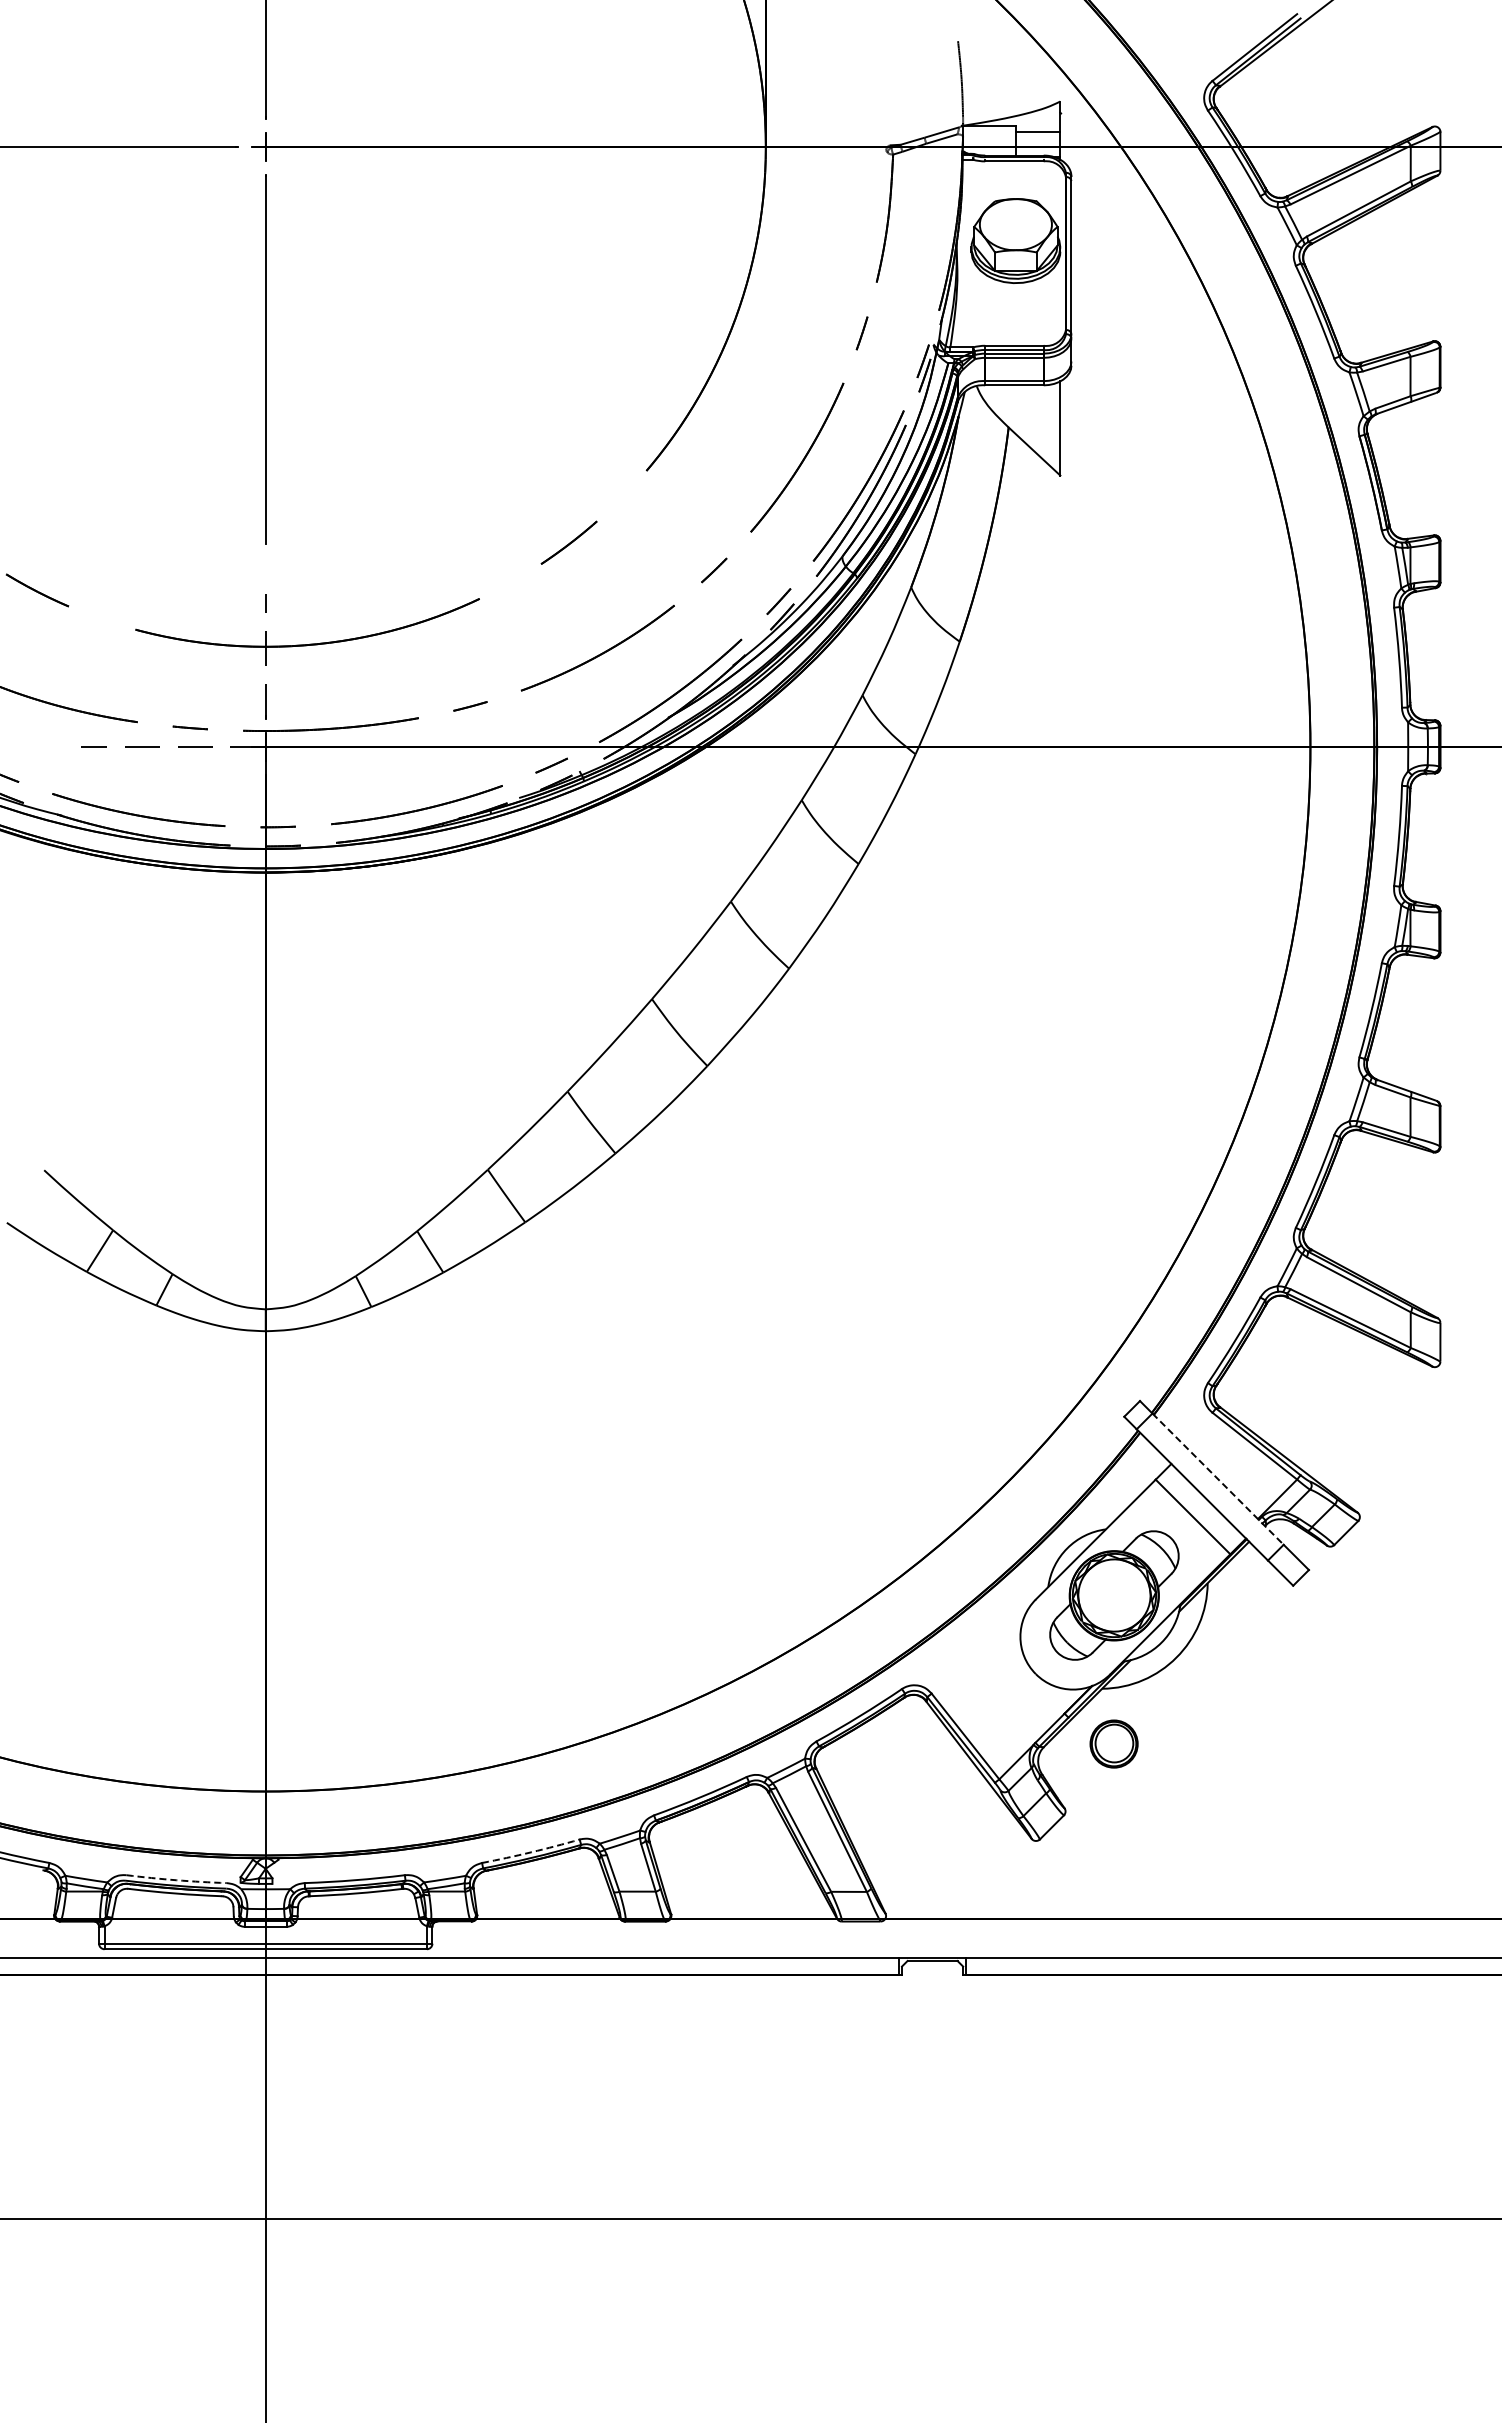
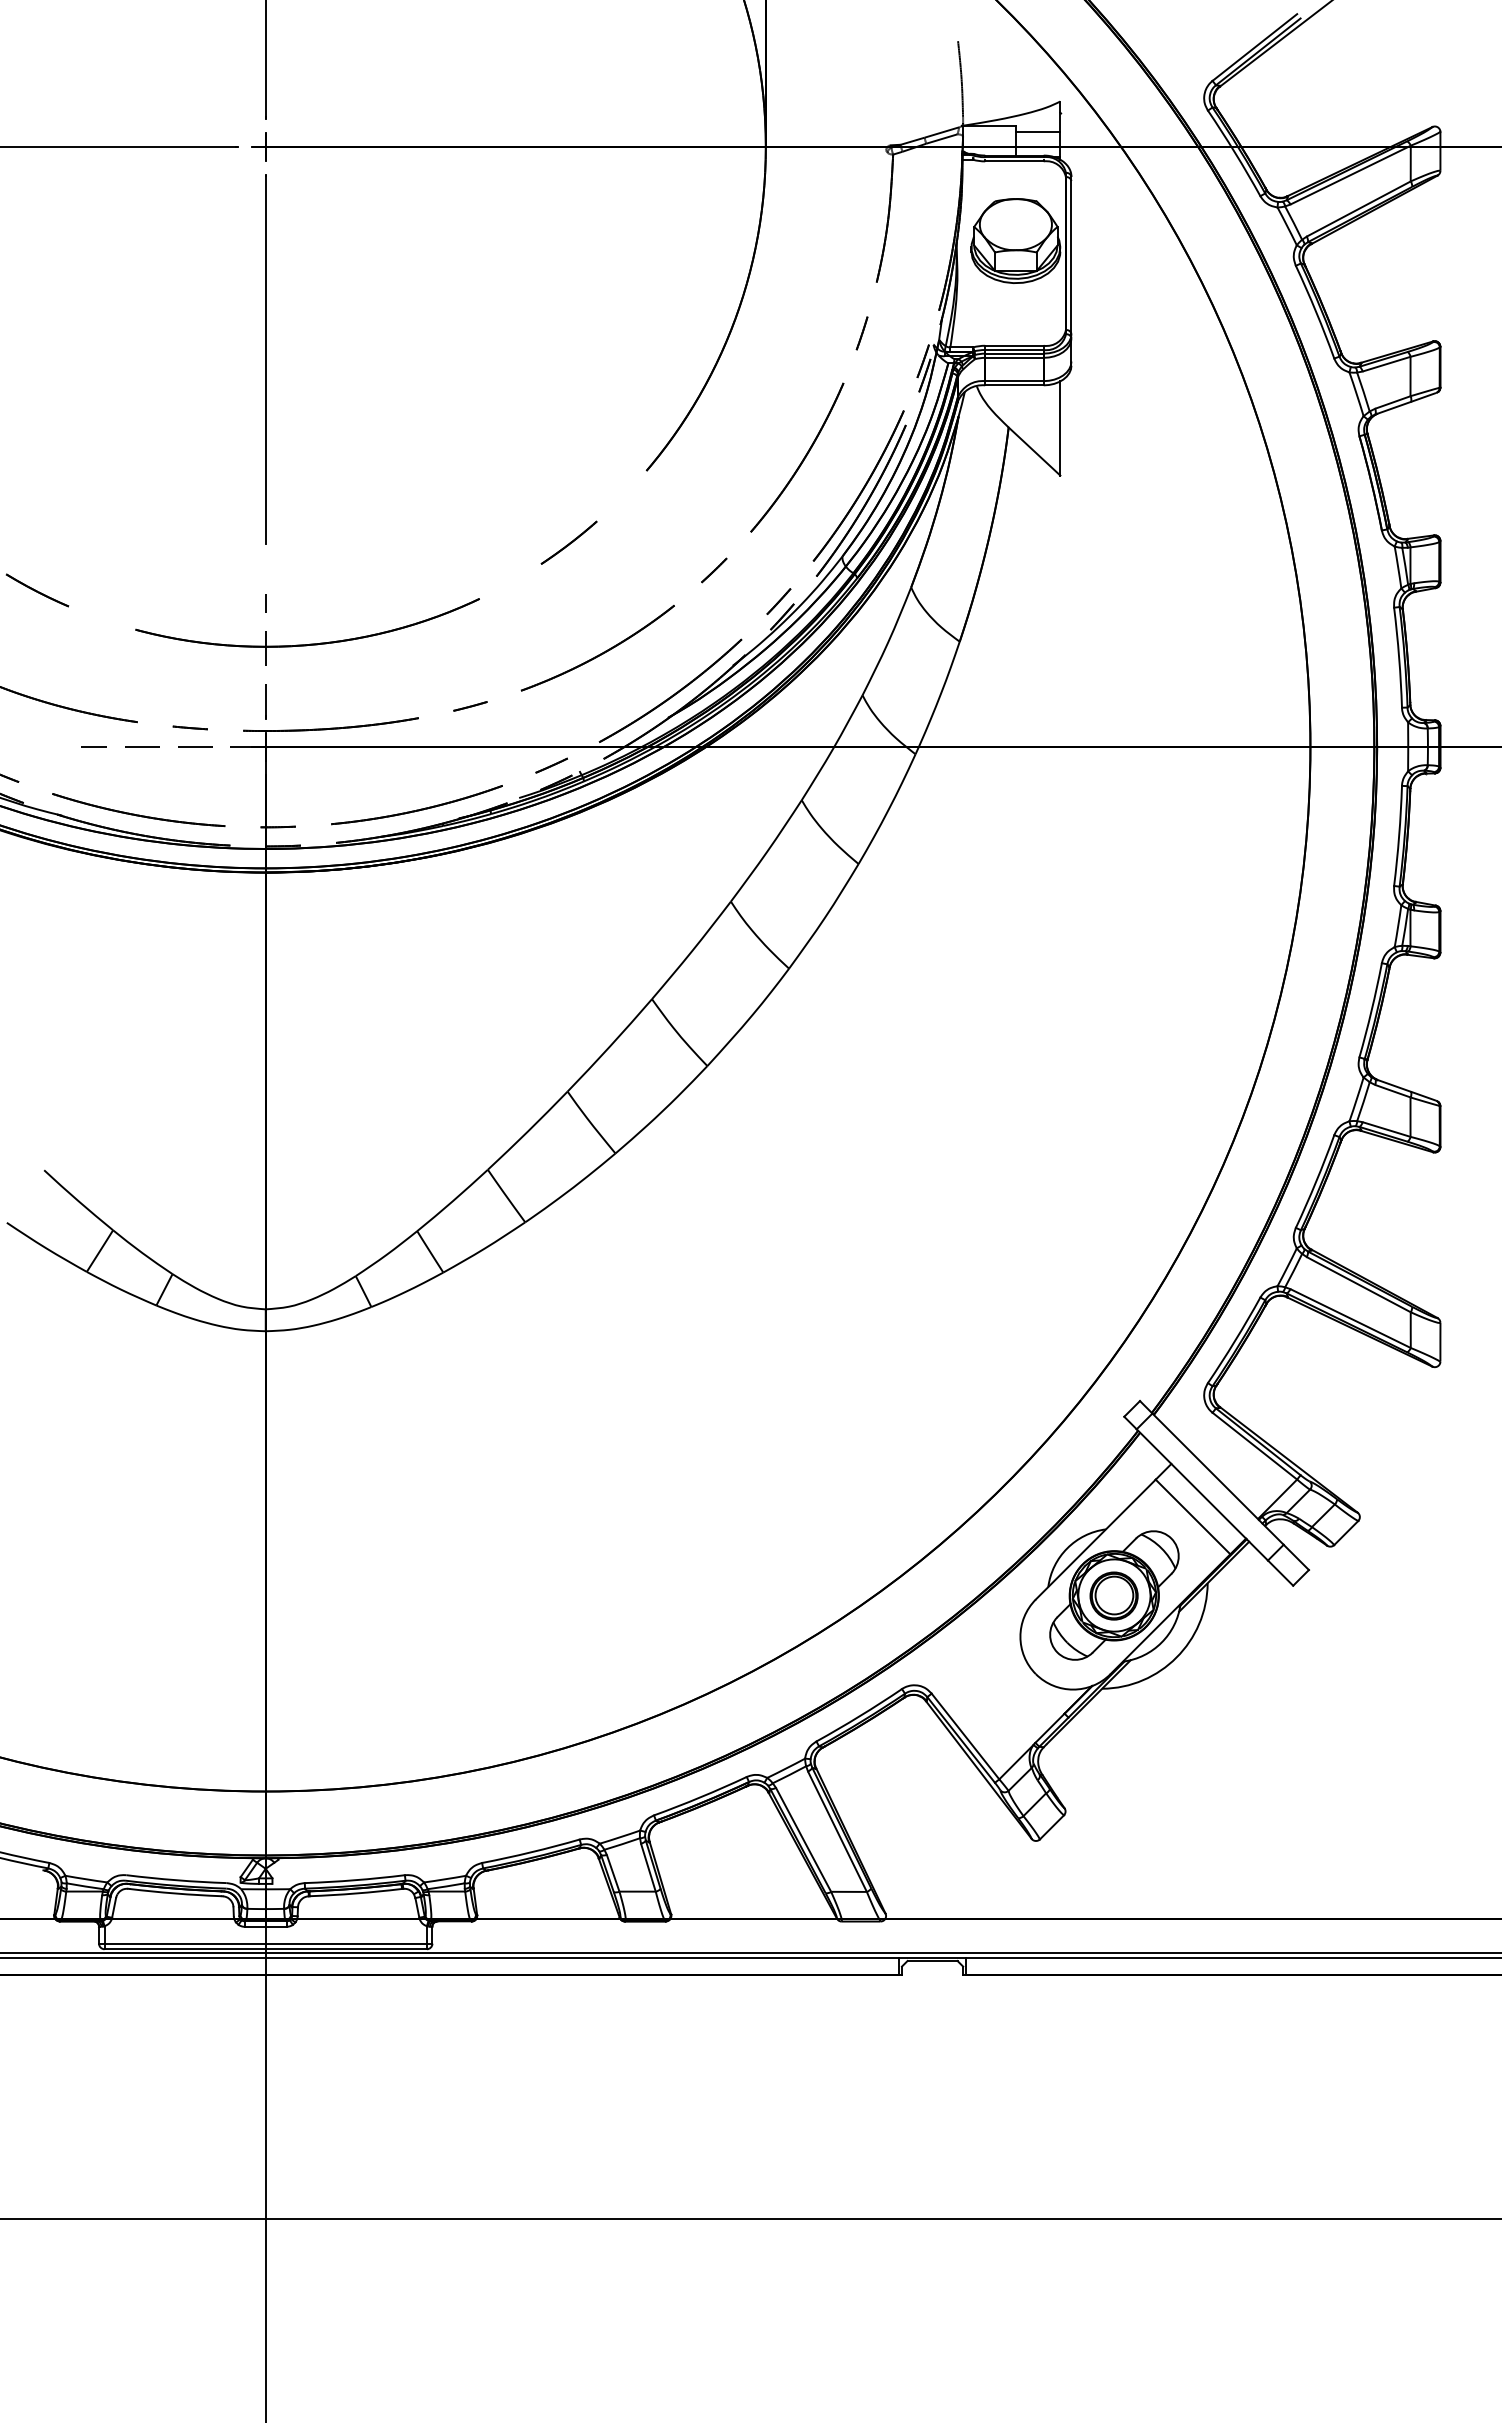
line at (1218, 1479): dashed -> solid
part at (1113, 1743) position: (1113, 1743) -> (1113, 1595)
arc at (531, 1852): dashed -> solid
arc at (176, 1880): dashed -> solid
line at (750, 1952): none -> present
